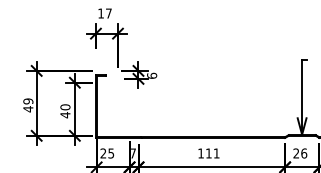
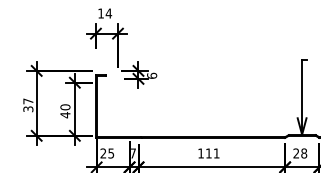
text at (108, 13): 17 -> 14
text at (28, 105): 49 -> 37
text at (304, 153): 26 -> 28
